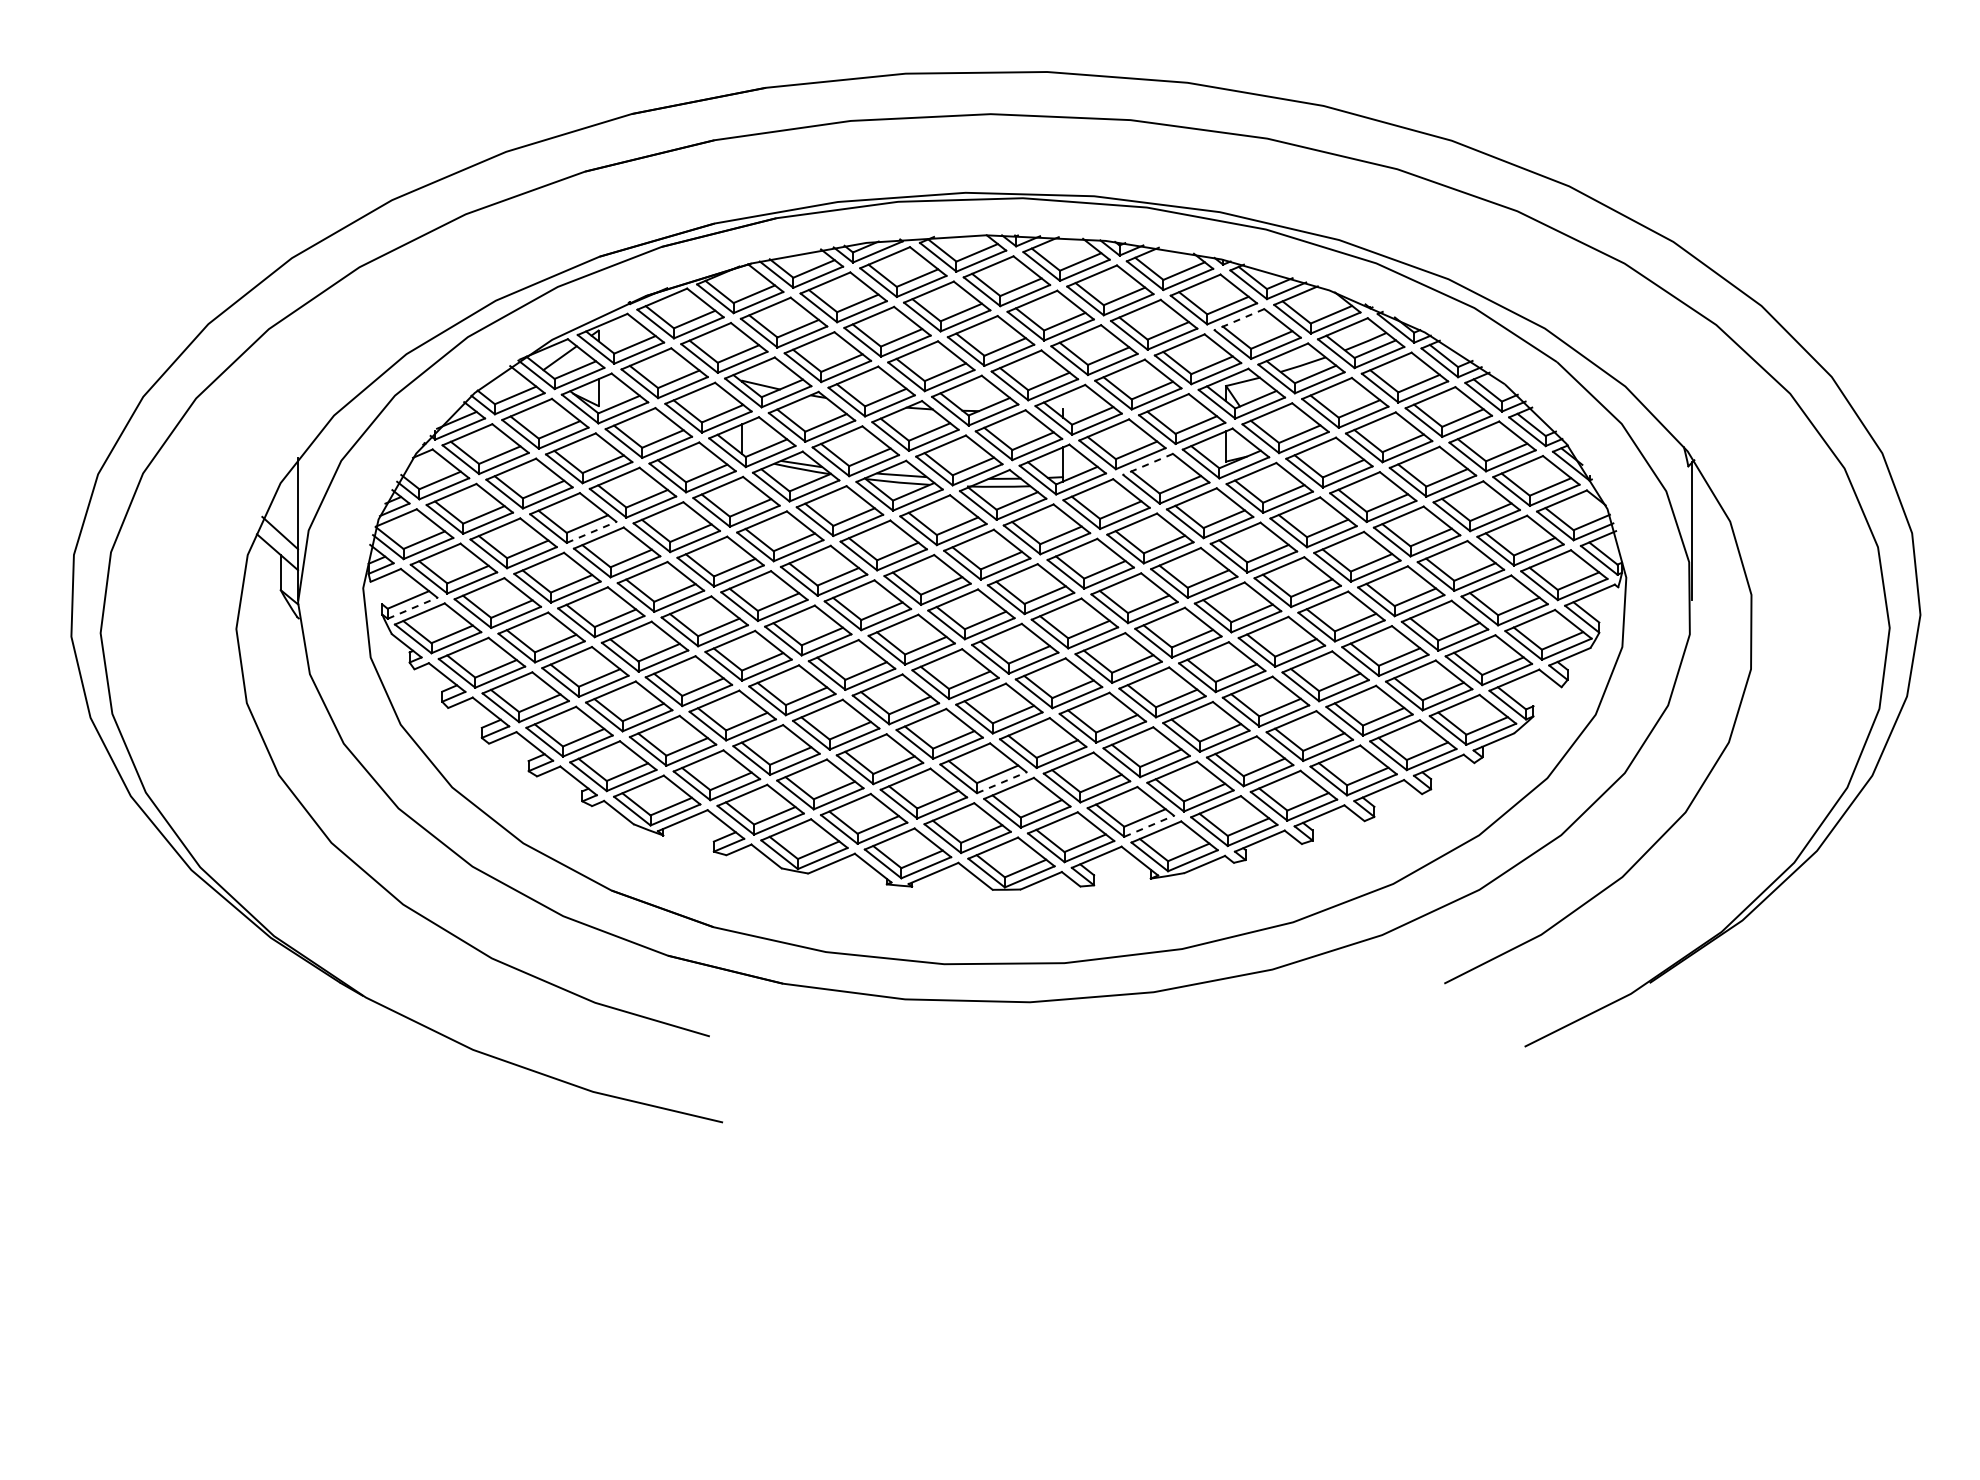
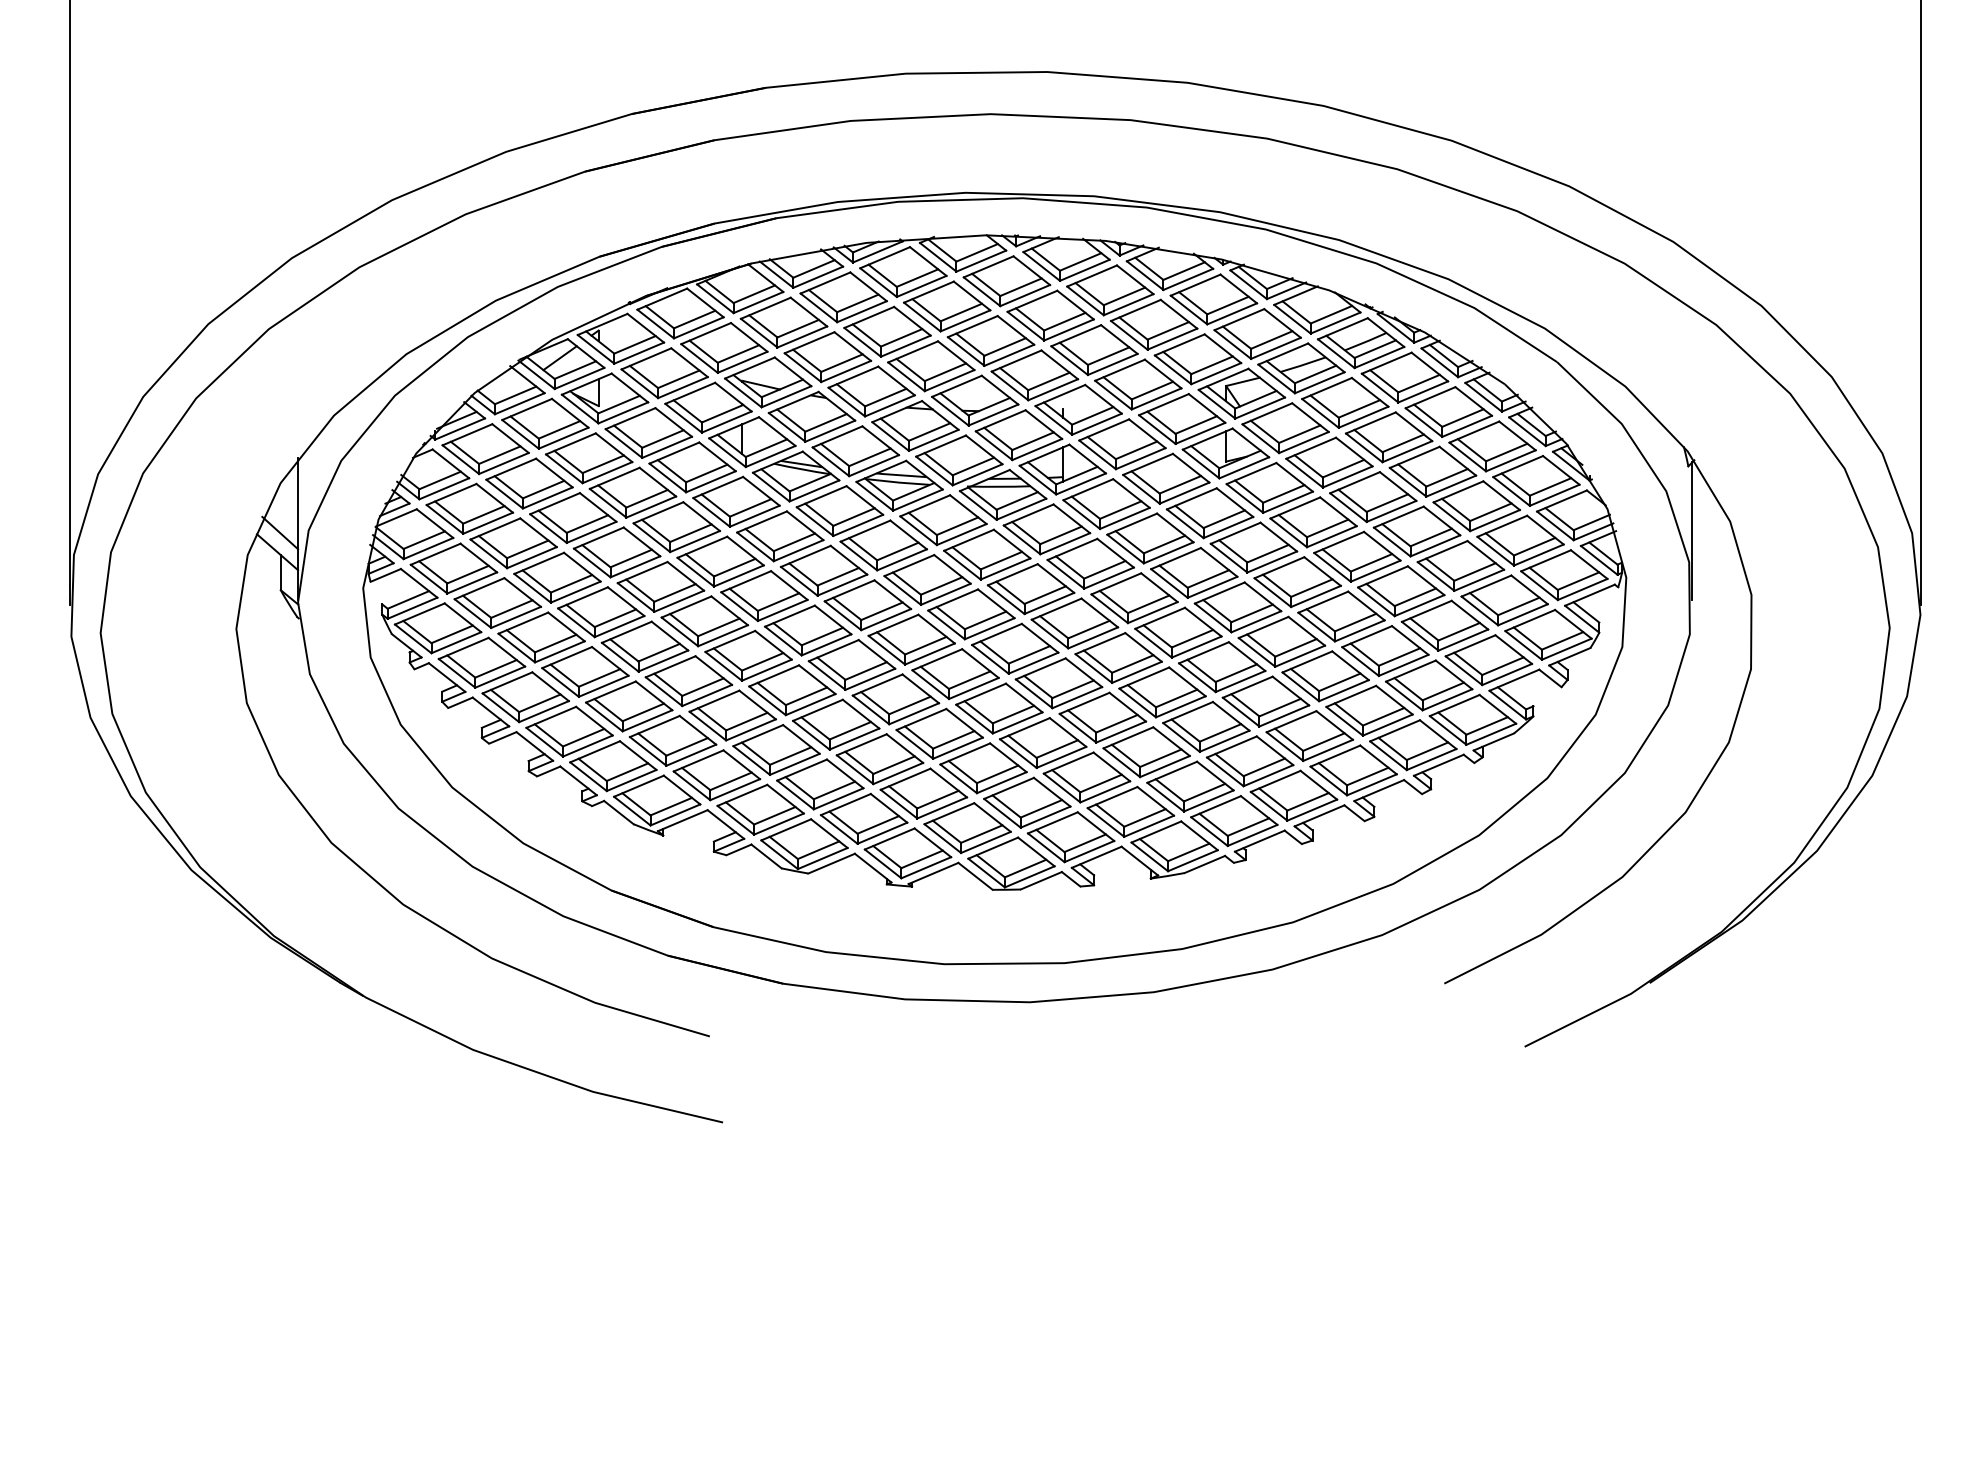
line at (69, 303): none -> present
line at (1920, 303): none -> present
line at (1238, 319): dashed -> solid
line at (1148, 464): dashed -> solid
line at (592, 532): dashed -> solid
line at (413, 608): dashed -> solid
line at (1001, 782): dashed -> solid
line at (1149, 826): dashed -> solid
